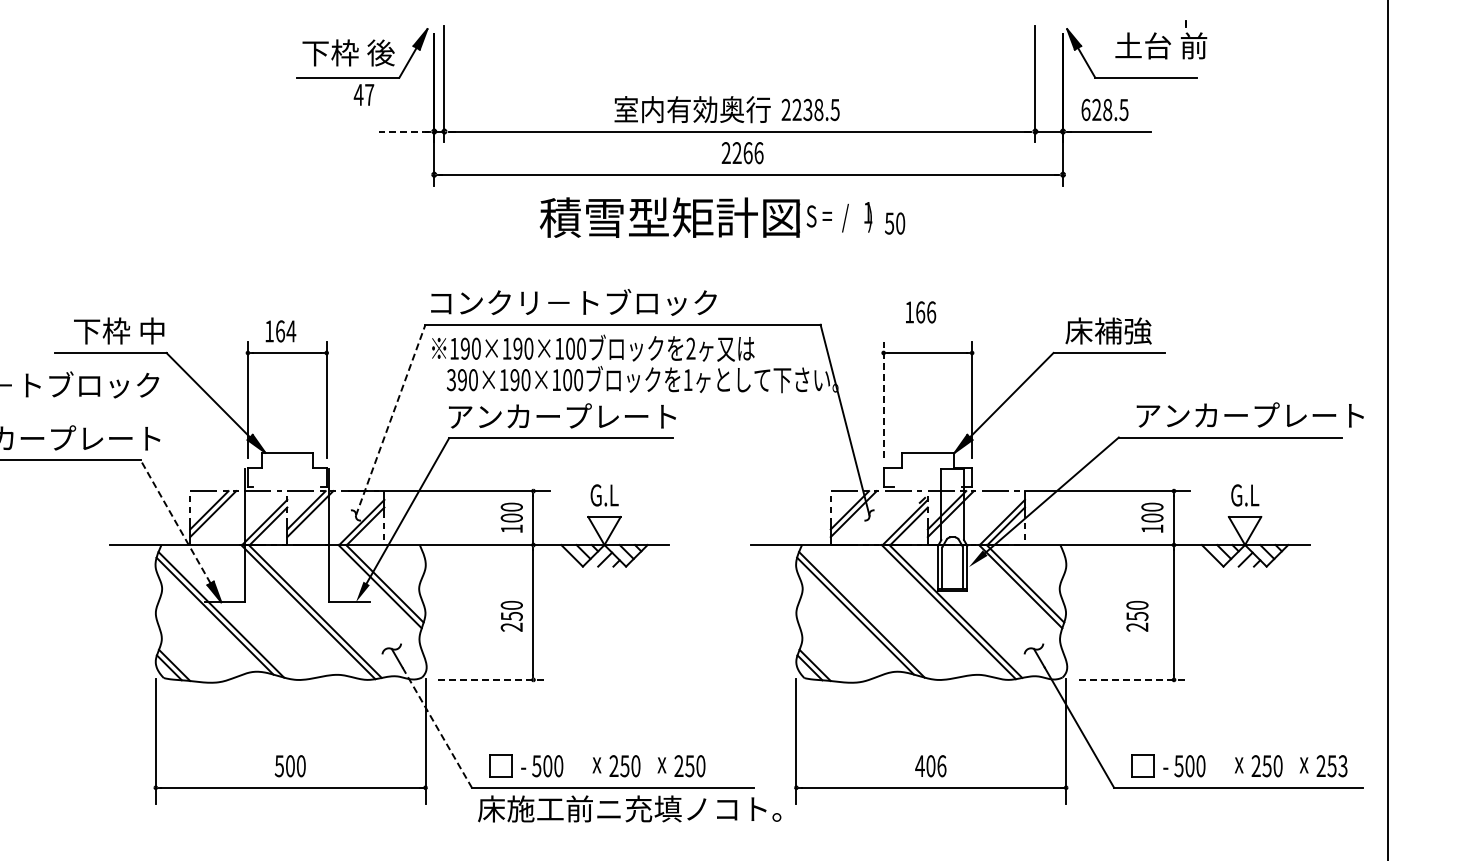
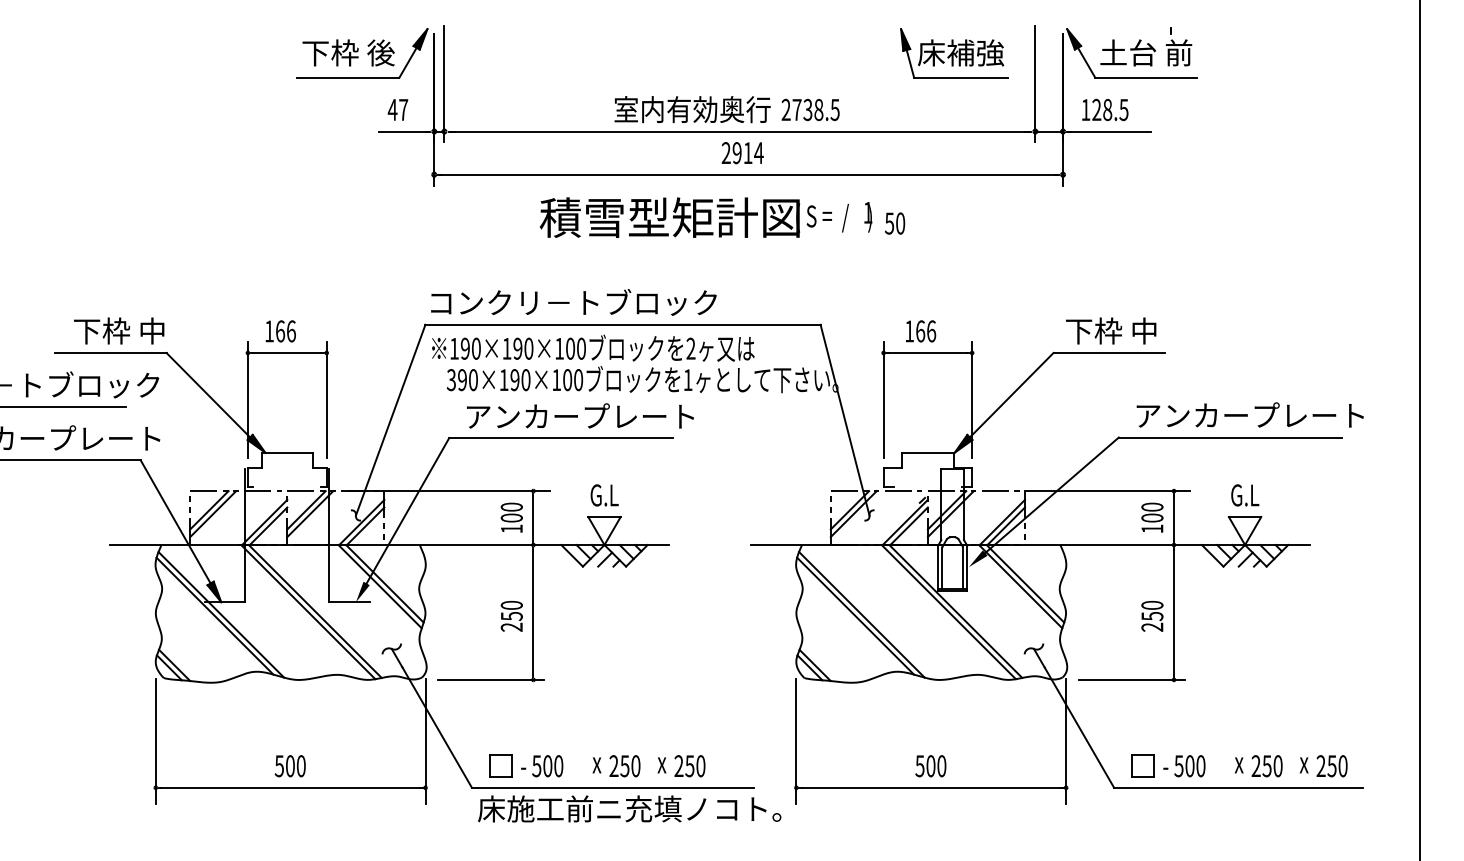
part at (1161, 39) position: (1161, 39) -> (1146, 46)
part at (954, 53): none -> present
text at (363, 94) position: (363, 94) -> (397, 109)
text at (796, 109): 2238.5 -> 2738.5
text at (1085, 109): 628.5 -> 128.5
line at (403, 131): dashed -> solid
text at (747, 153): 2266 -> 2914
text at (921, 312) position: (921, 312) -> (921, 331)
text at (1110, 330): 床補強 -> 下枠 中
text at (291, 331): 164 -> 166
line at (883, 399): dashed -> solid
line at (64, 407): none -> present
text at (562, 415) position: (562, 415) -> (580, 415)
line at (390, 419): dashed -> solid
line at (1388, 429) position: (1388, 429) -> (1420, 429)
line at (175, 521): dashed -> solid
text at (1137, 616) position: (1137, 616) -> (1152, 616)
line at (491, 679): dashed -> solid
line at (1132, 679): dashed -> solid
line at (437, 728): dashed -> solid
text at (930, 766): 406 -> 500
text at (1342, 766): 253 -> 250
